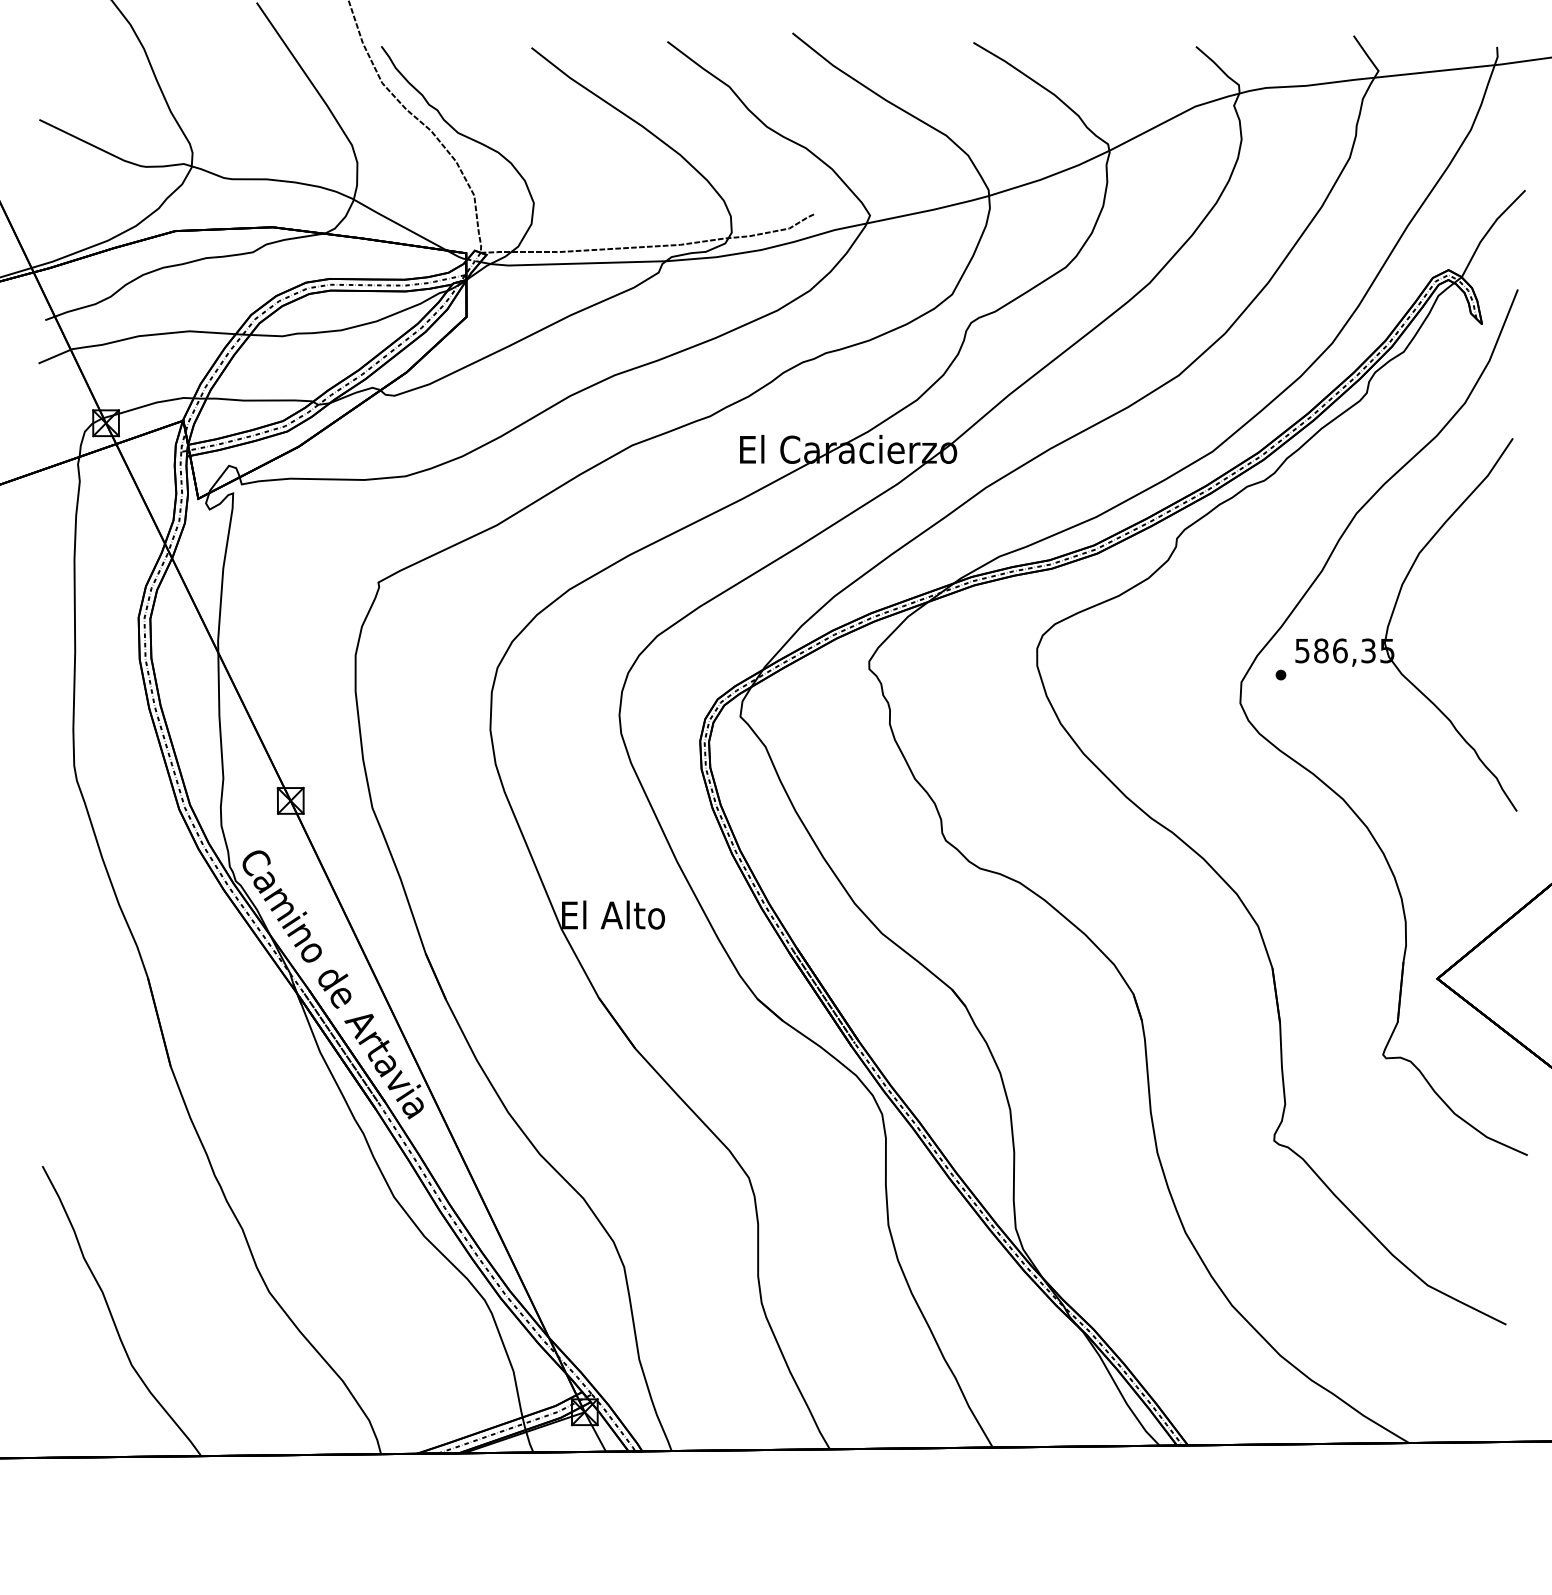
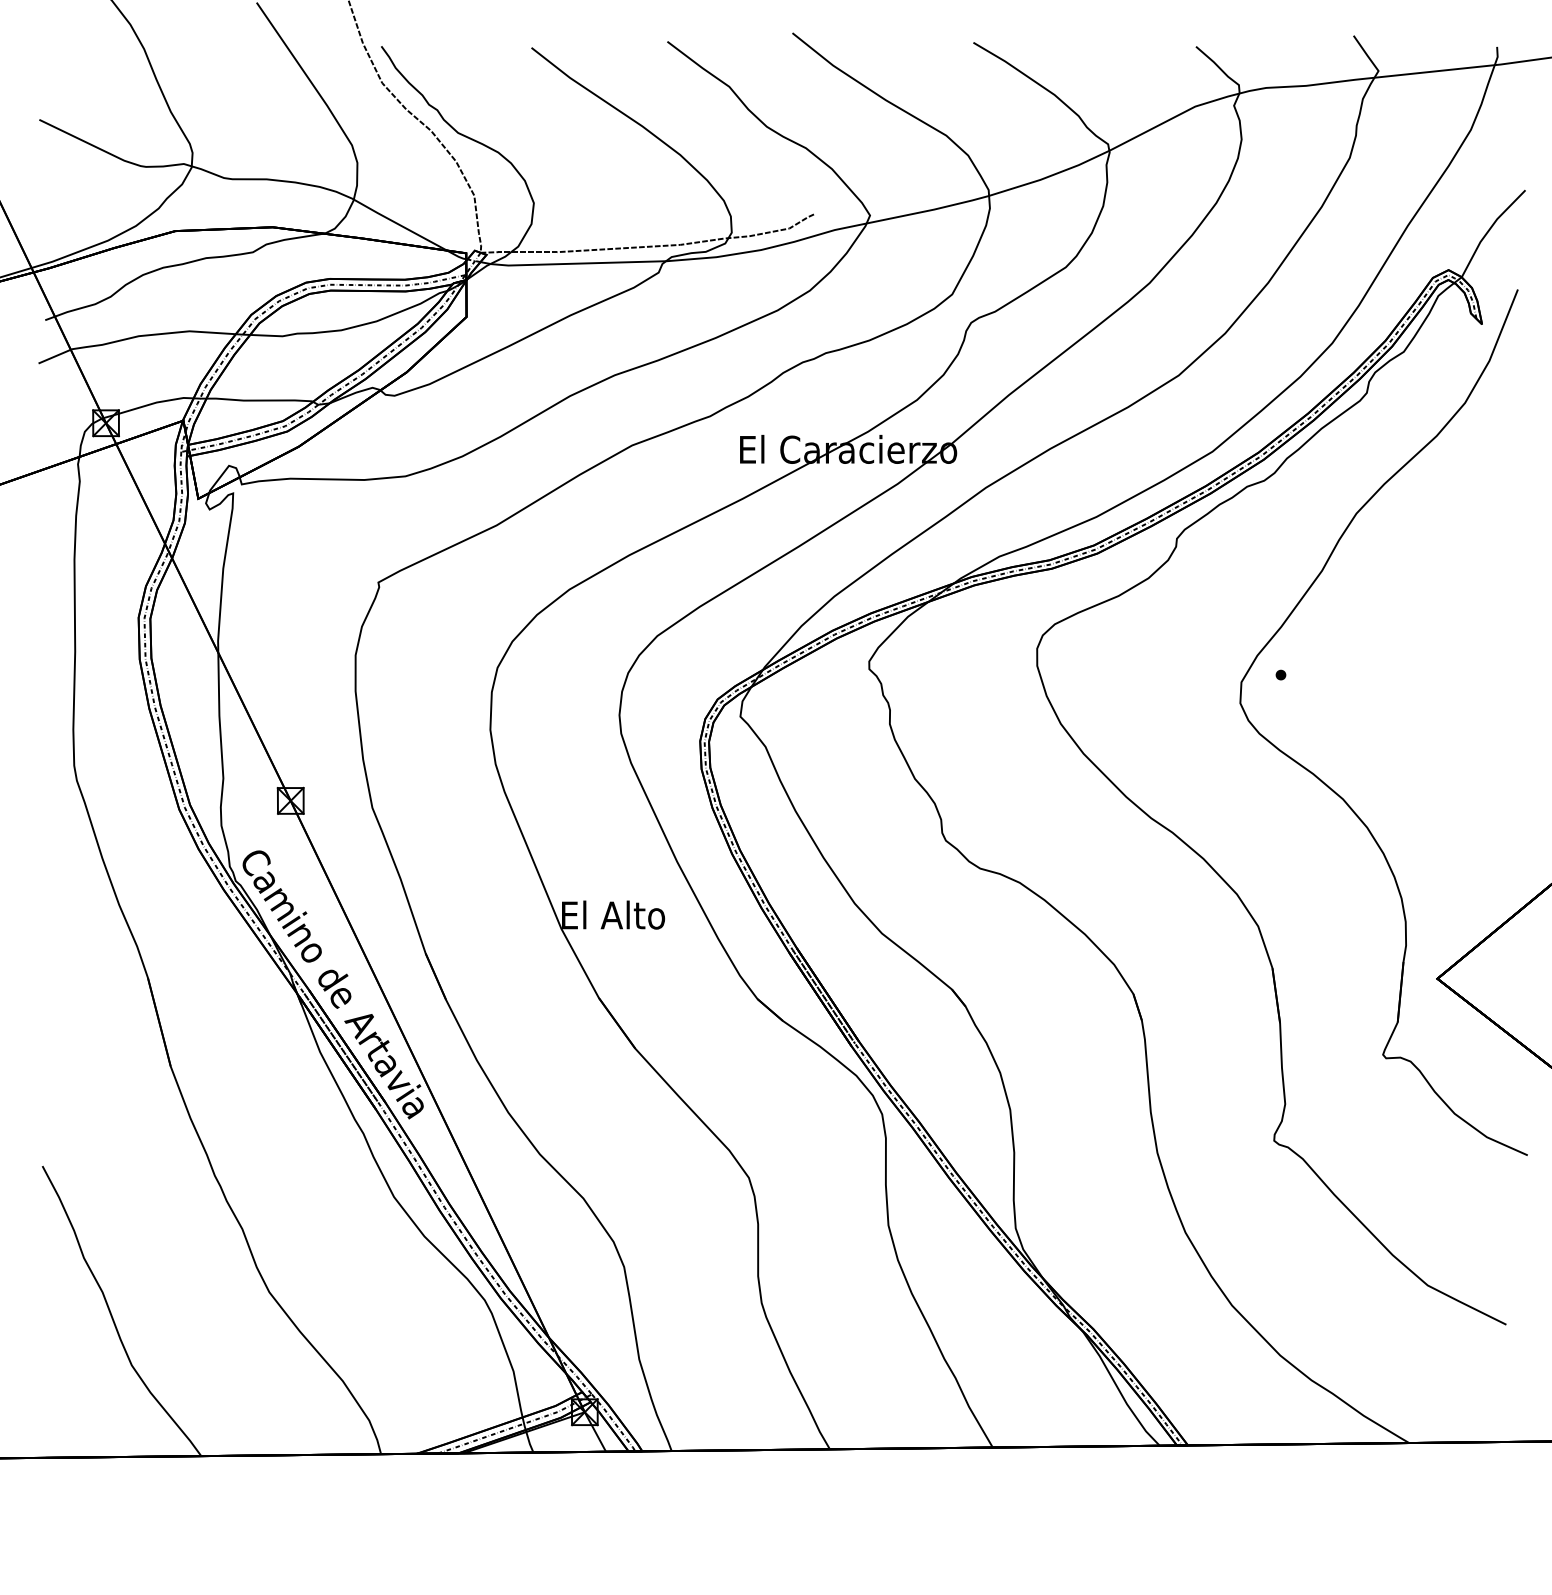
part at (1391, 620): present -> none
